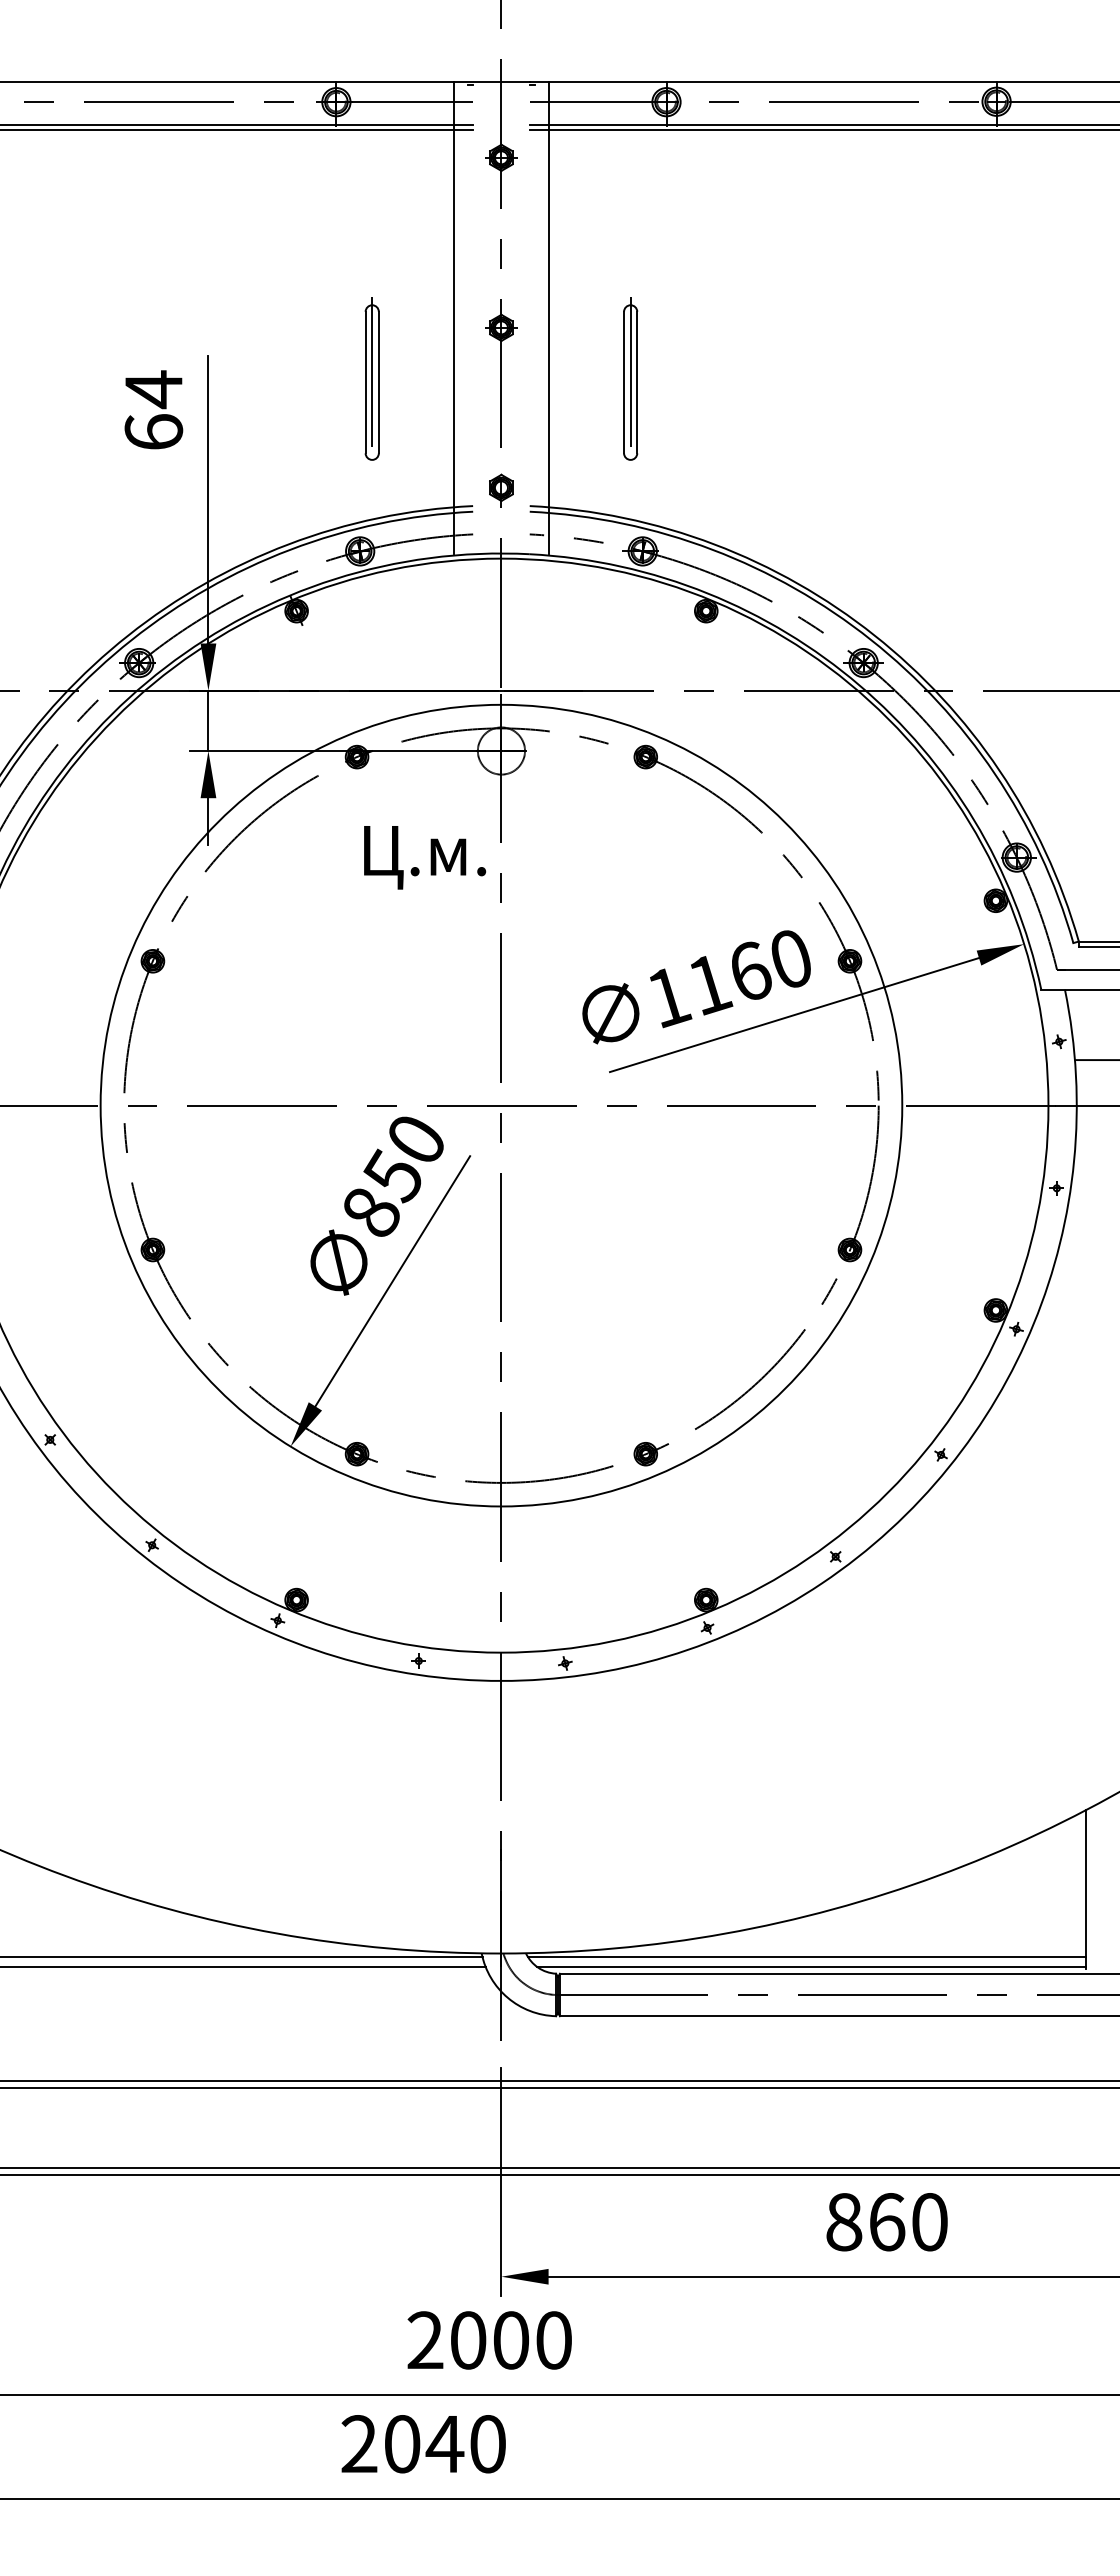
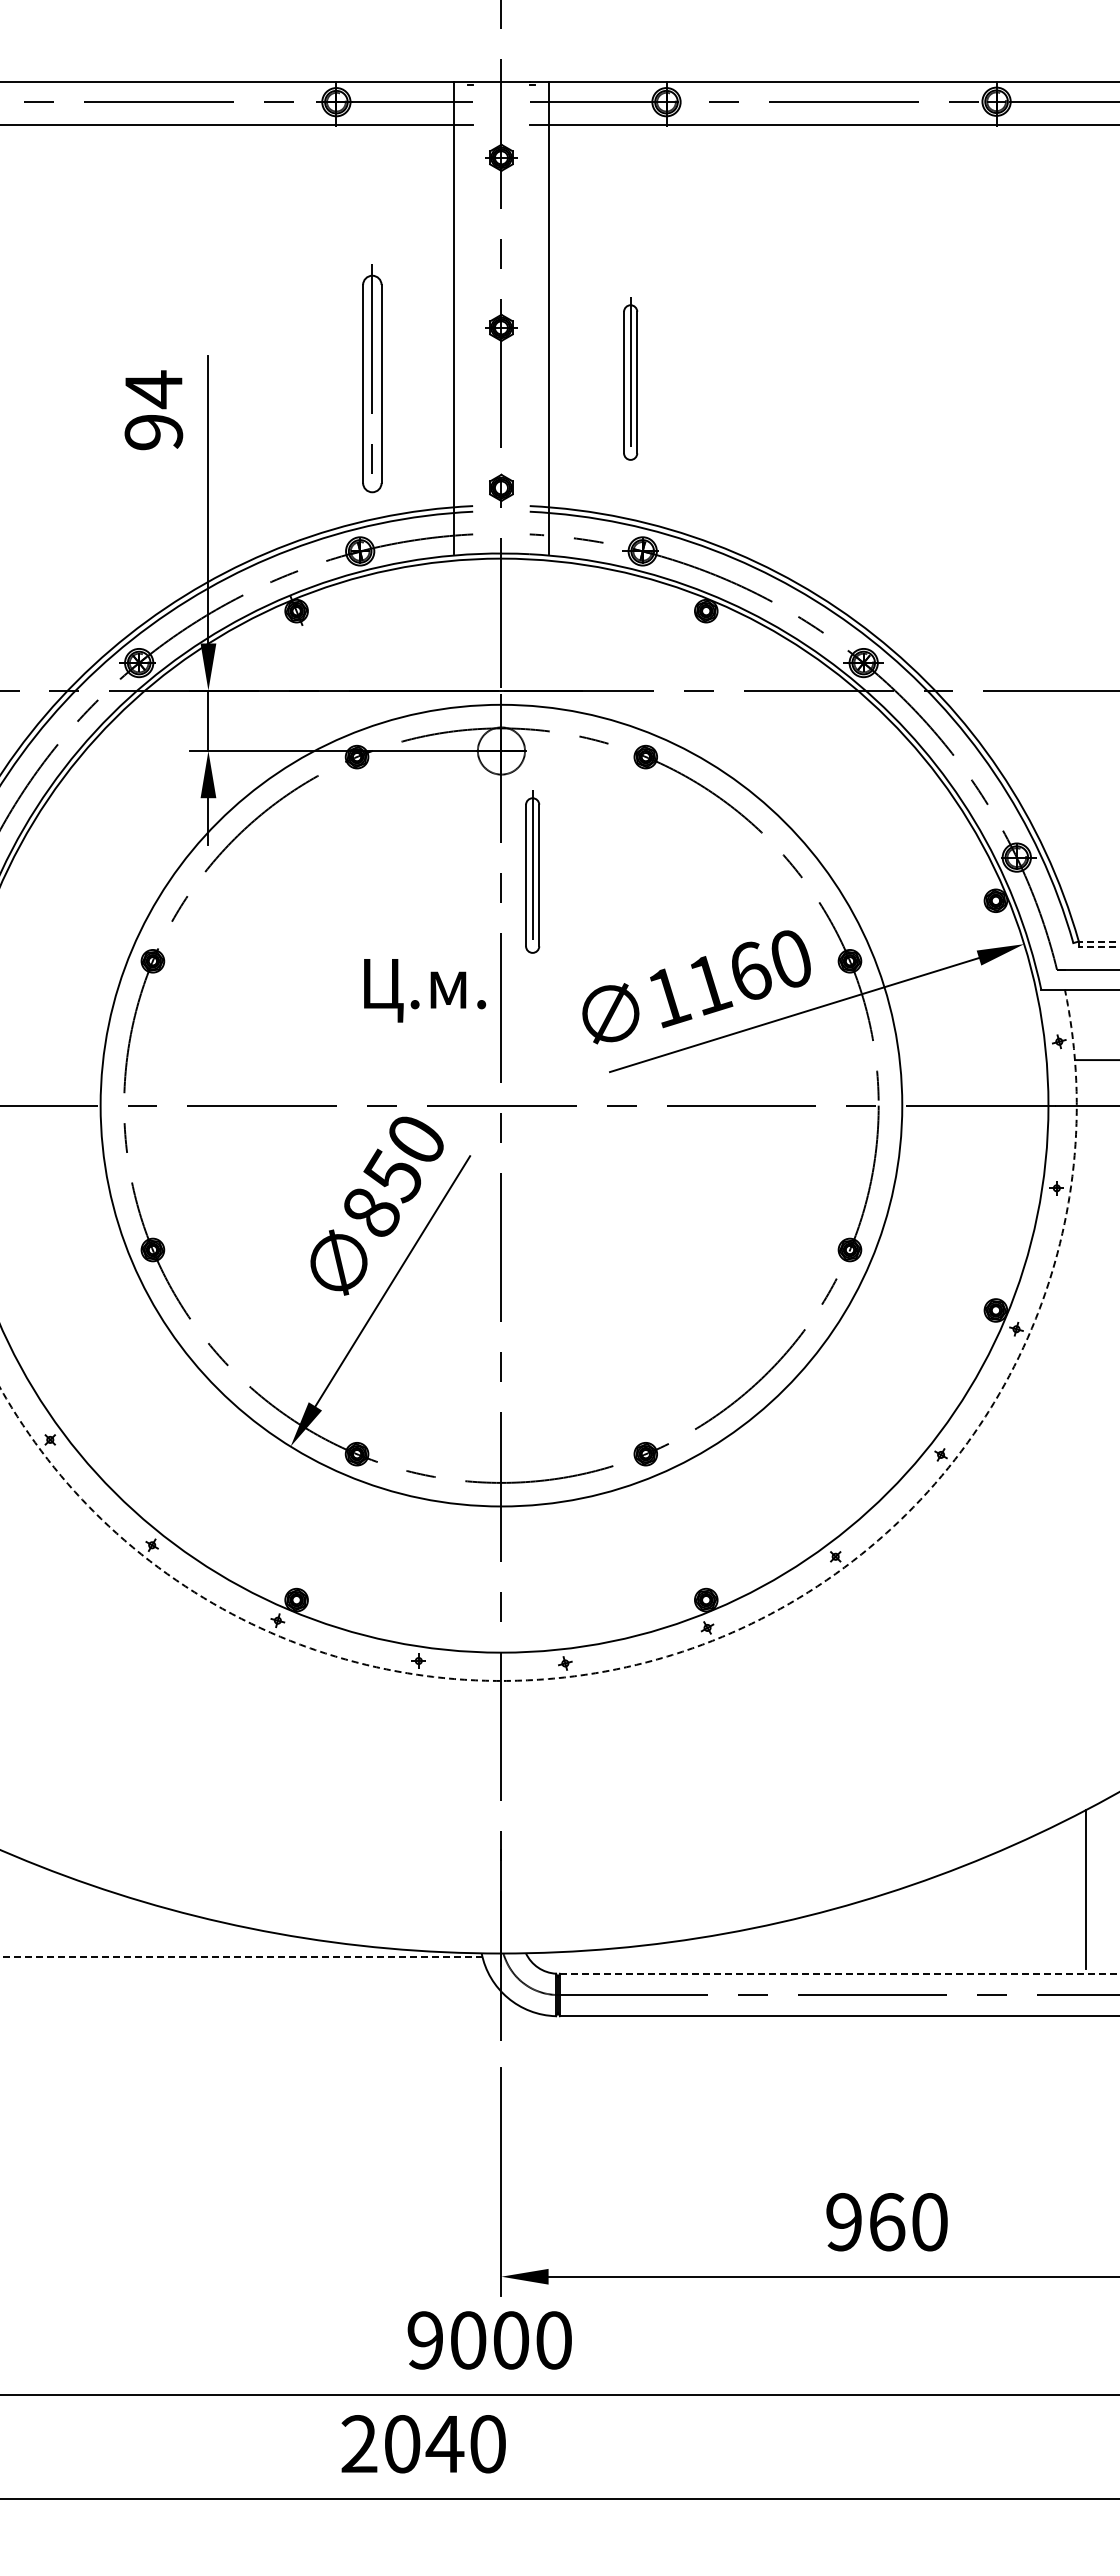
line at (237, 130): present -> none
line at (822, 130): present -> none
part at (371, 378) size: 16x164 px -> 21x230 px
text at (153, 432): 64 -> 94
text at (425, 857) position: (425, 857) -> (425, 990)
part at (532, 871): none -> present
line at (1098, 941): solid -> dashed
line at (1098, 947): solid -> dashed
arc at (702, 1644): solid -> dashed
line at (241, 1957): solid -> dashed
line at (807, 1957): present -> none
line at (243, 1966): present -> none
line at (811, 1966): present -> none
line at (839, 1973): solid -> dashed
line at (559, 2080): present -> none
line at (559, 2087): present -> none
line at (559, 2167): present -> none
line at (559, 2175): present -> none
text at (844, 2222): 860 -> 960
text at (425, 2340): 2000 -> 9000
